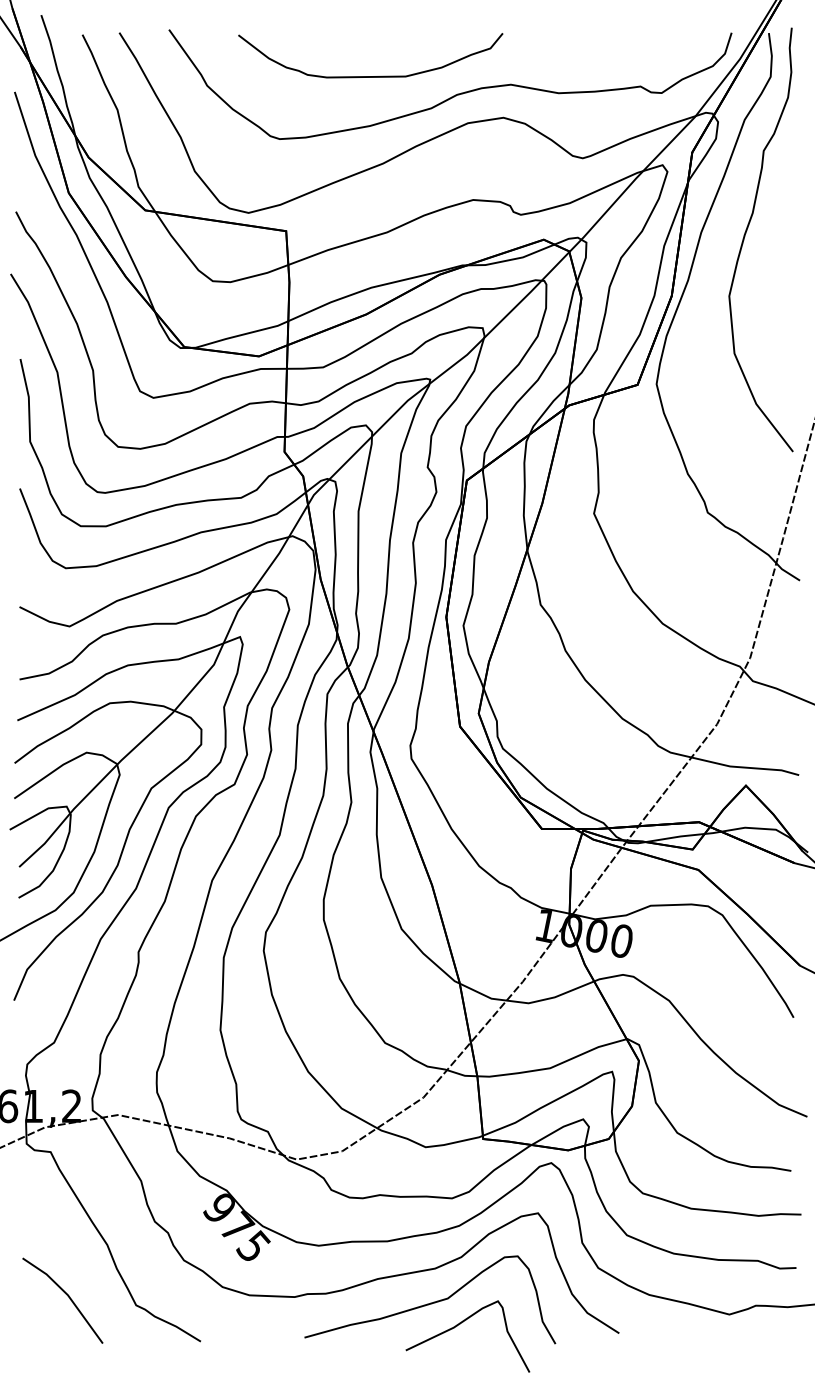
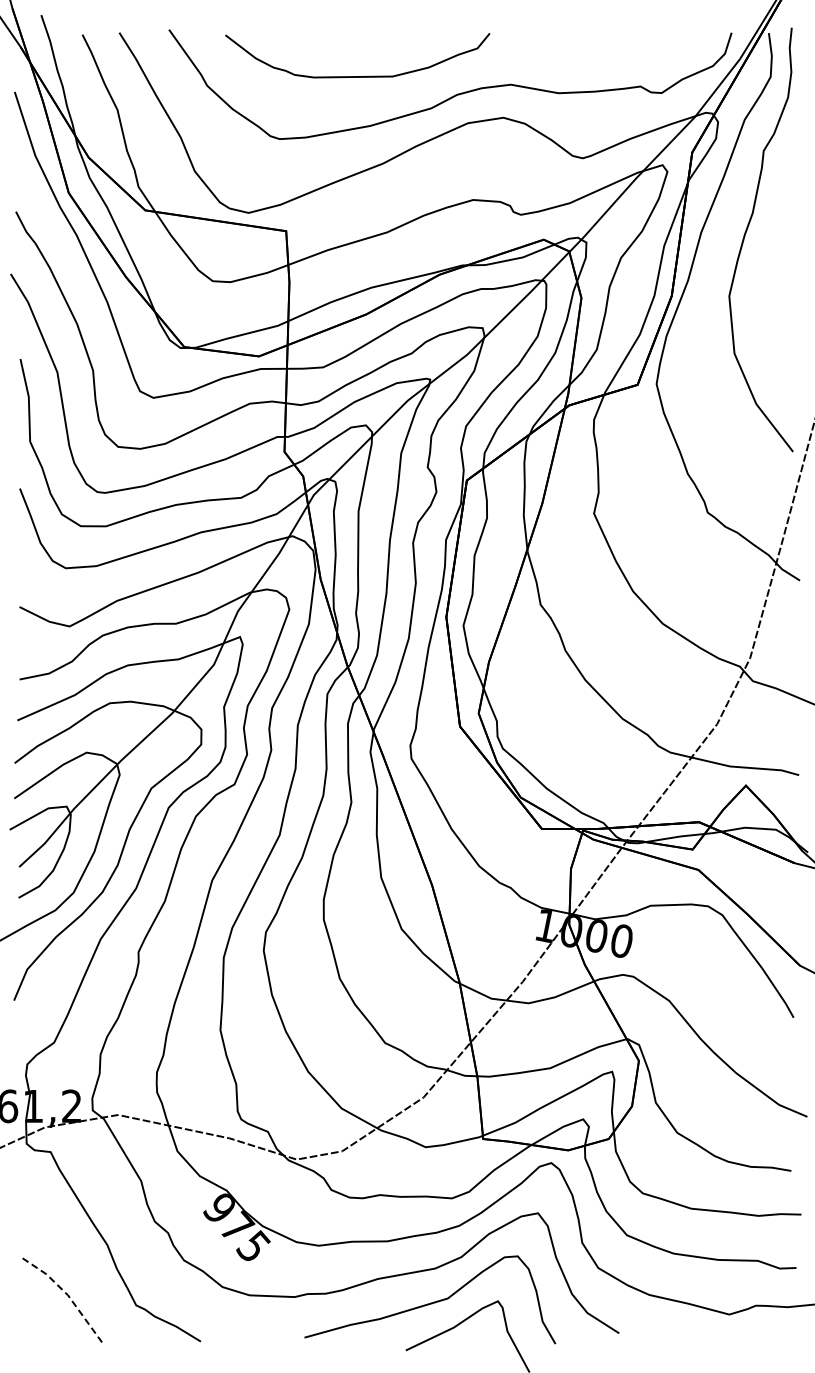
curve at (370, 76) position: (370, 76) -> (357, 76)
line at (67, 1295): solid -> dashed
